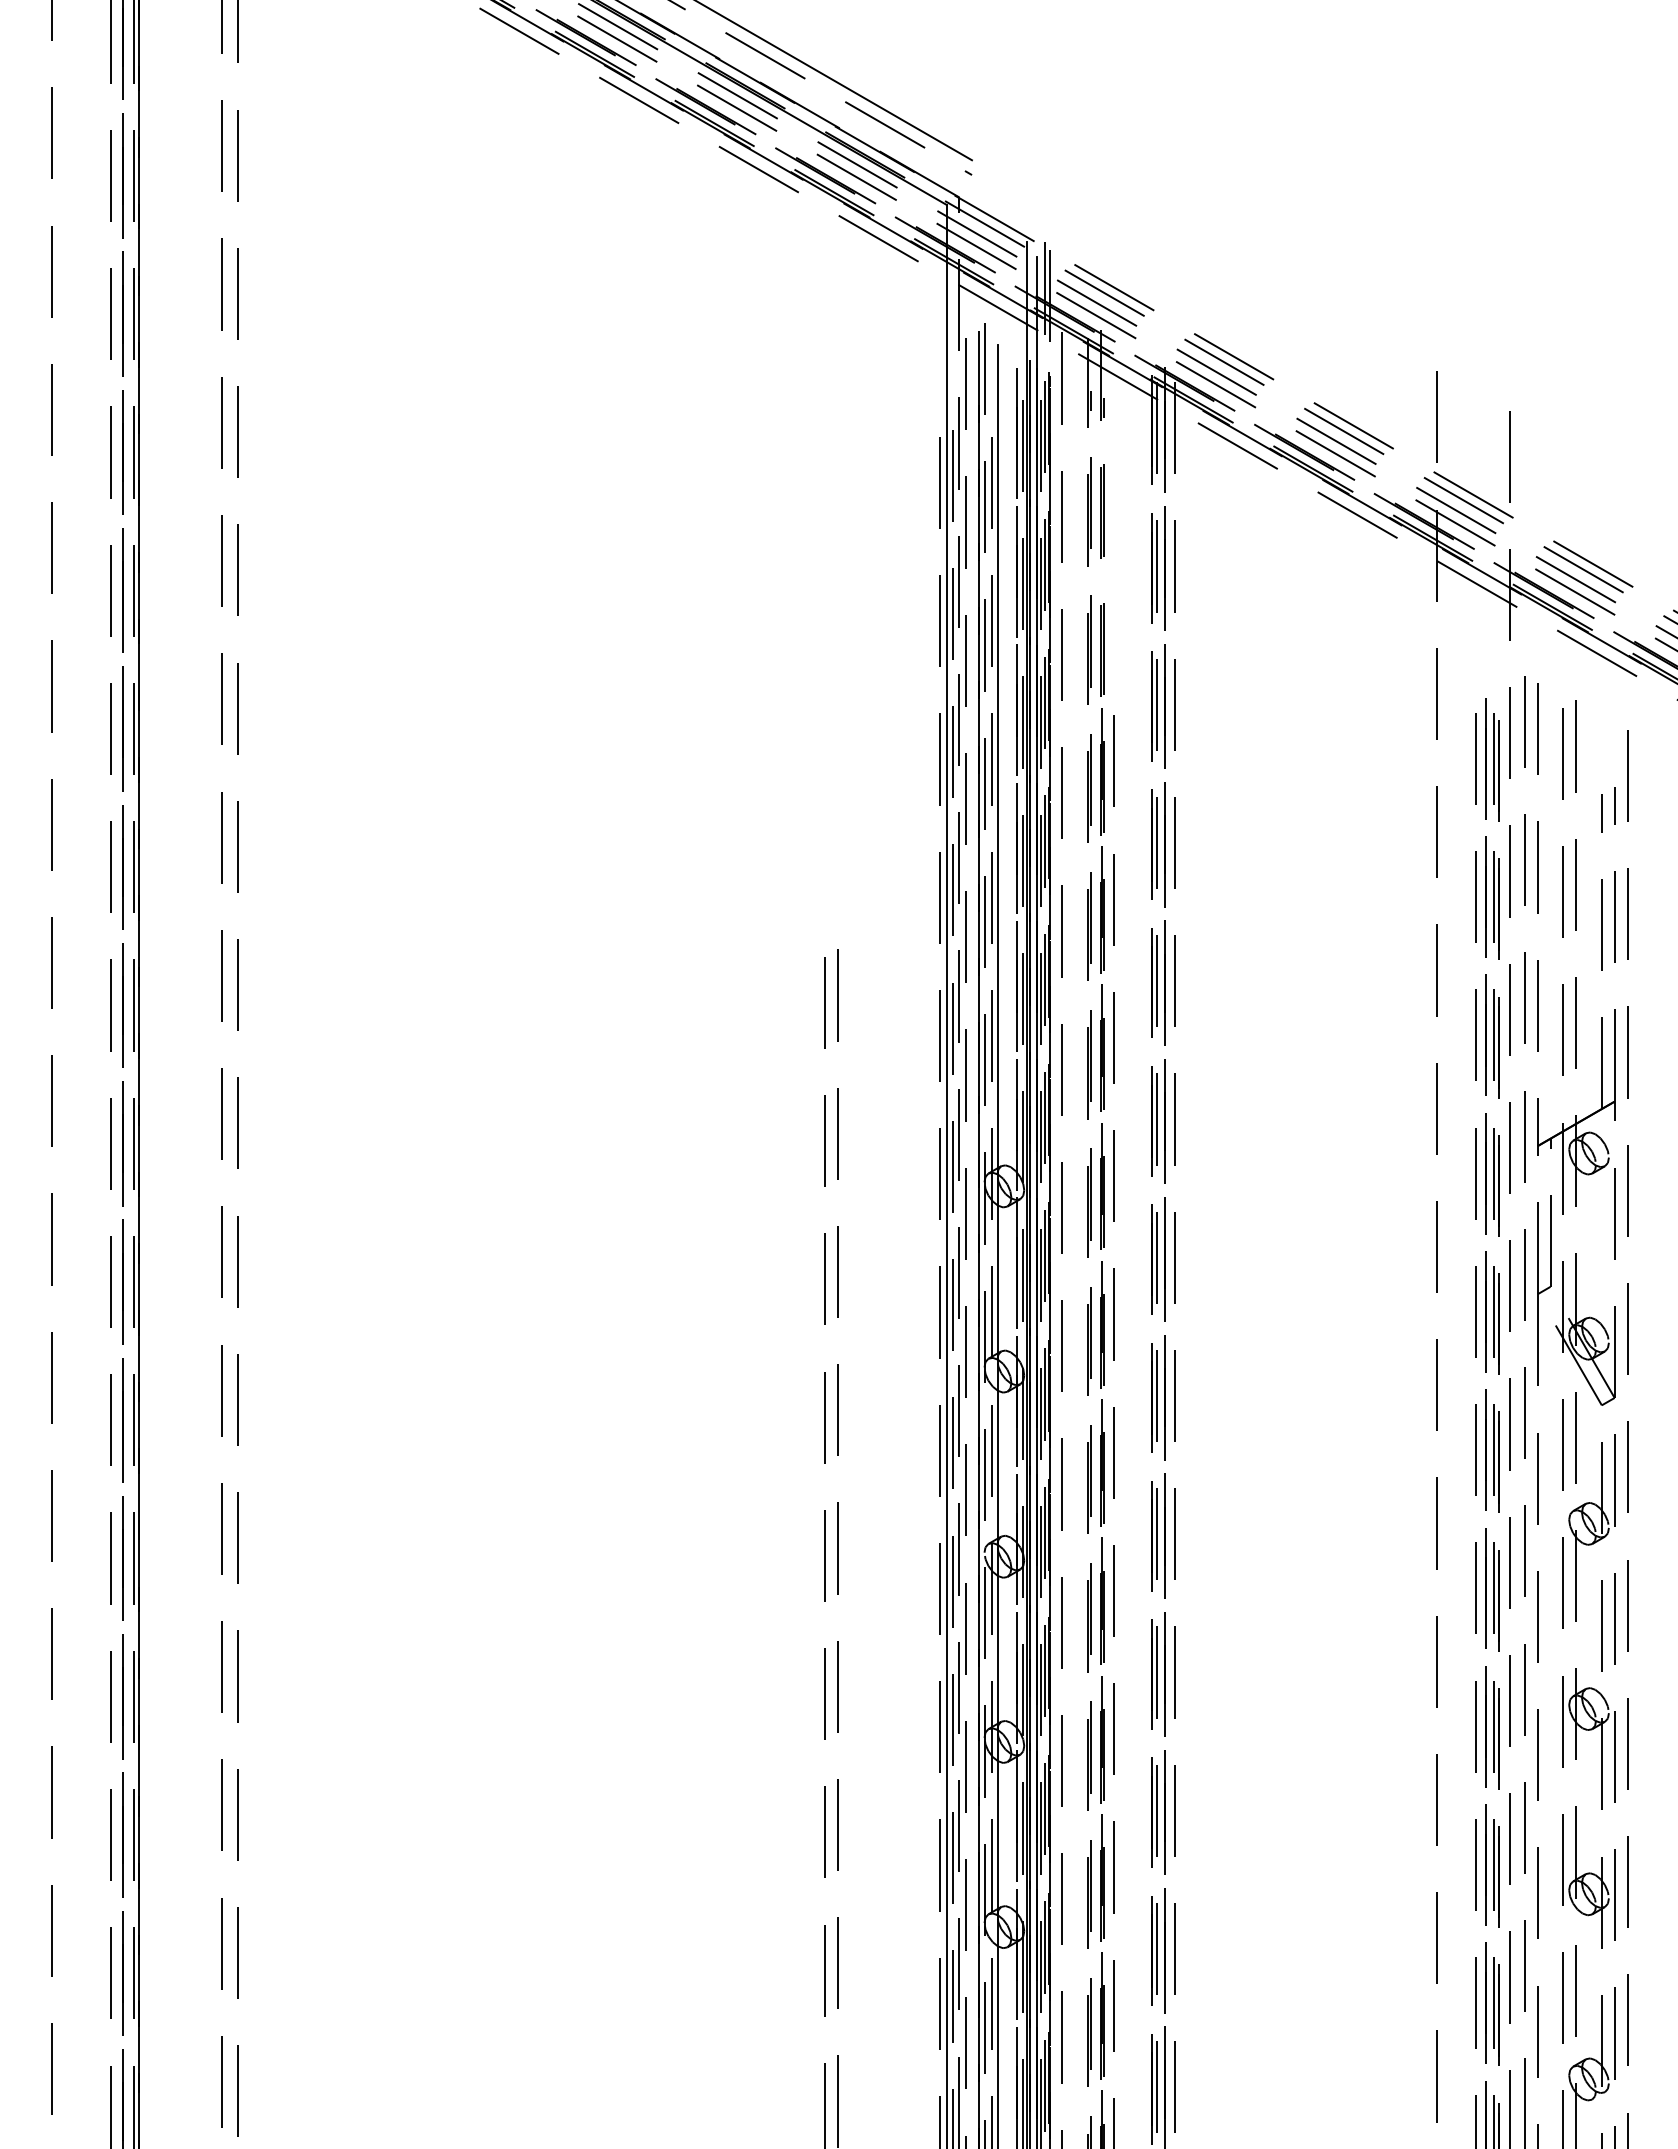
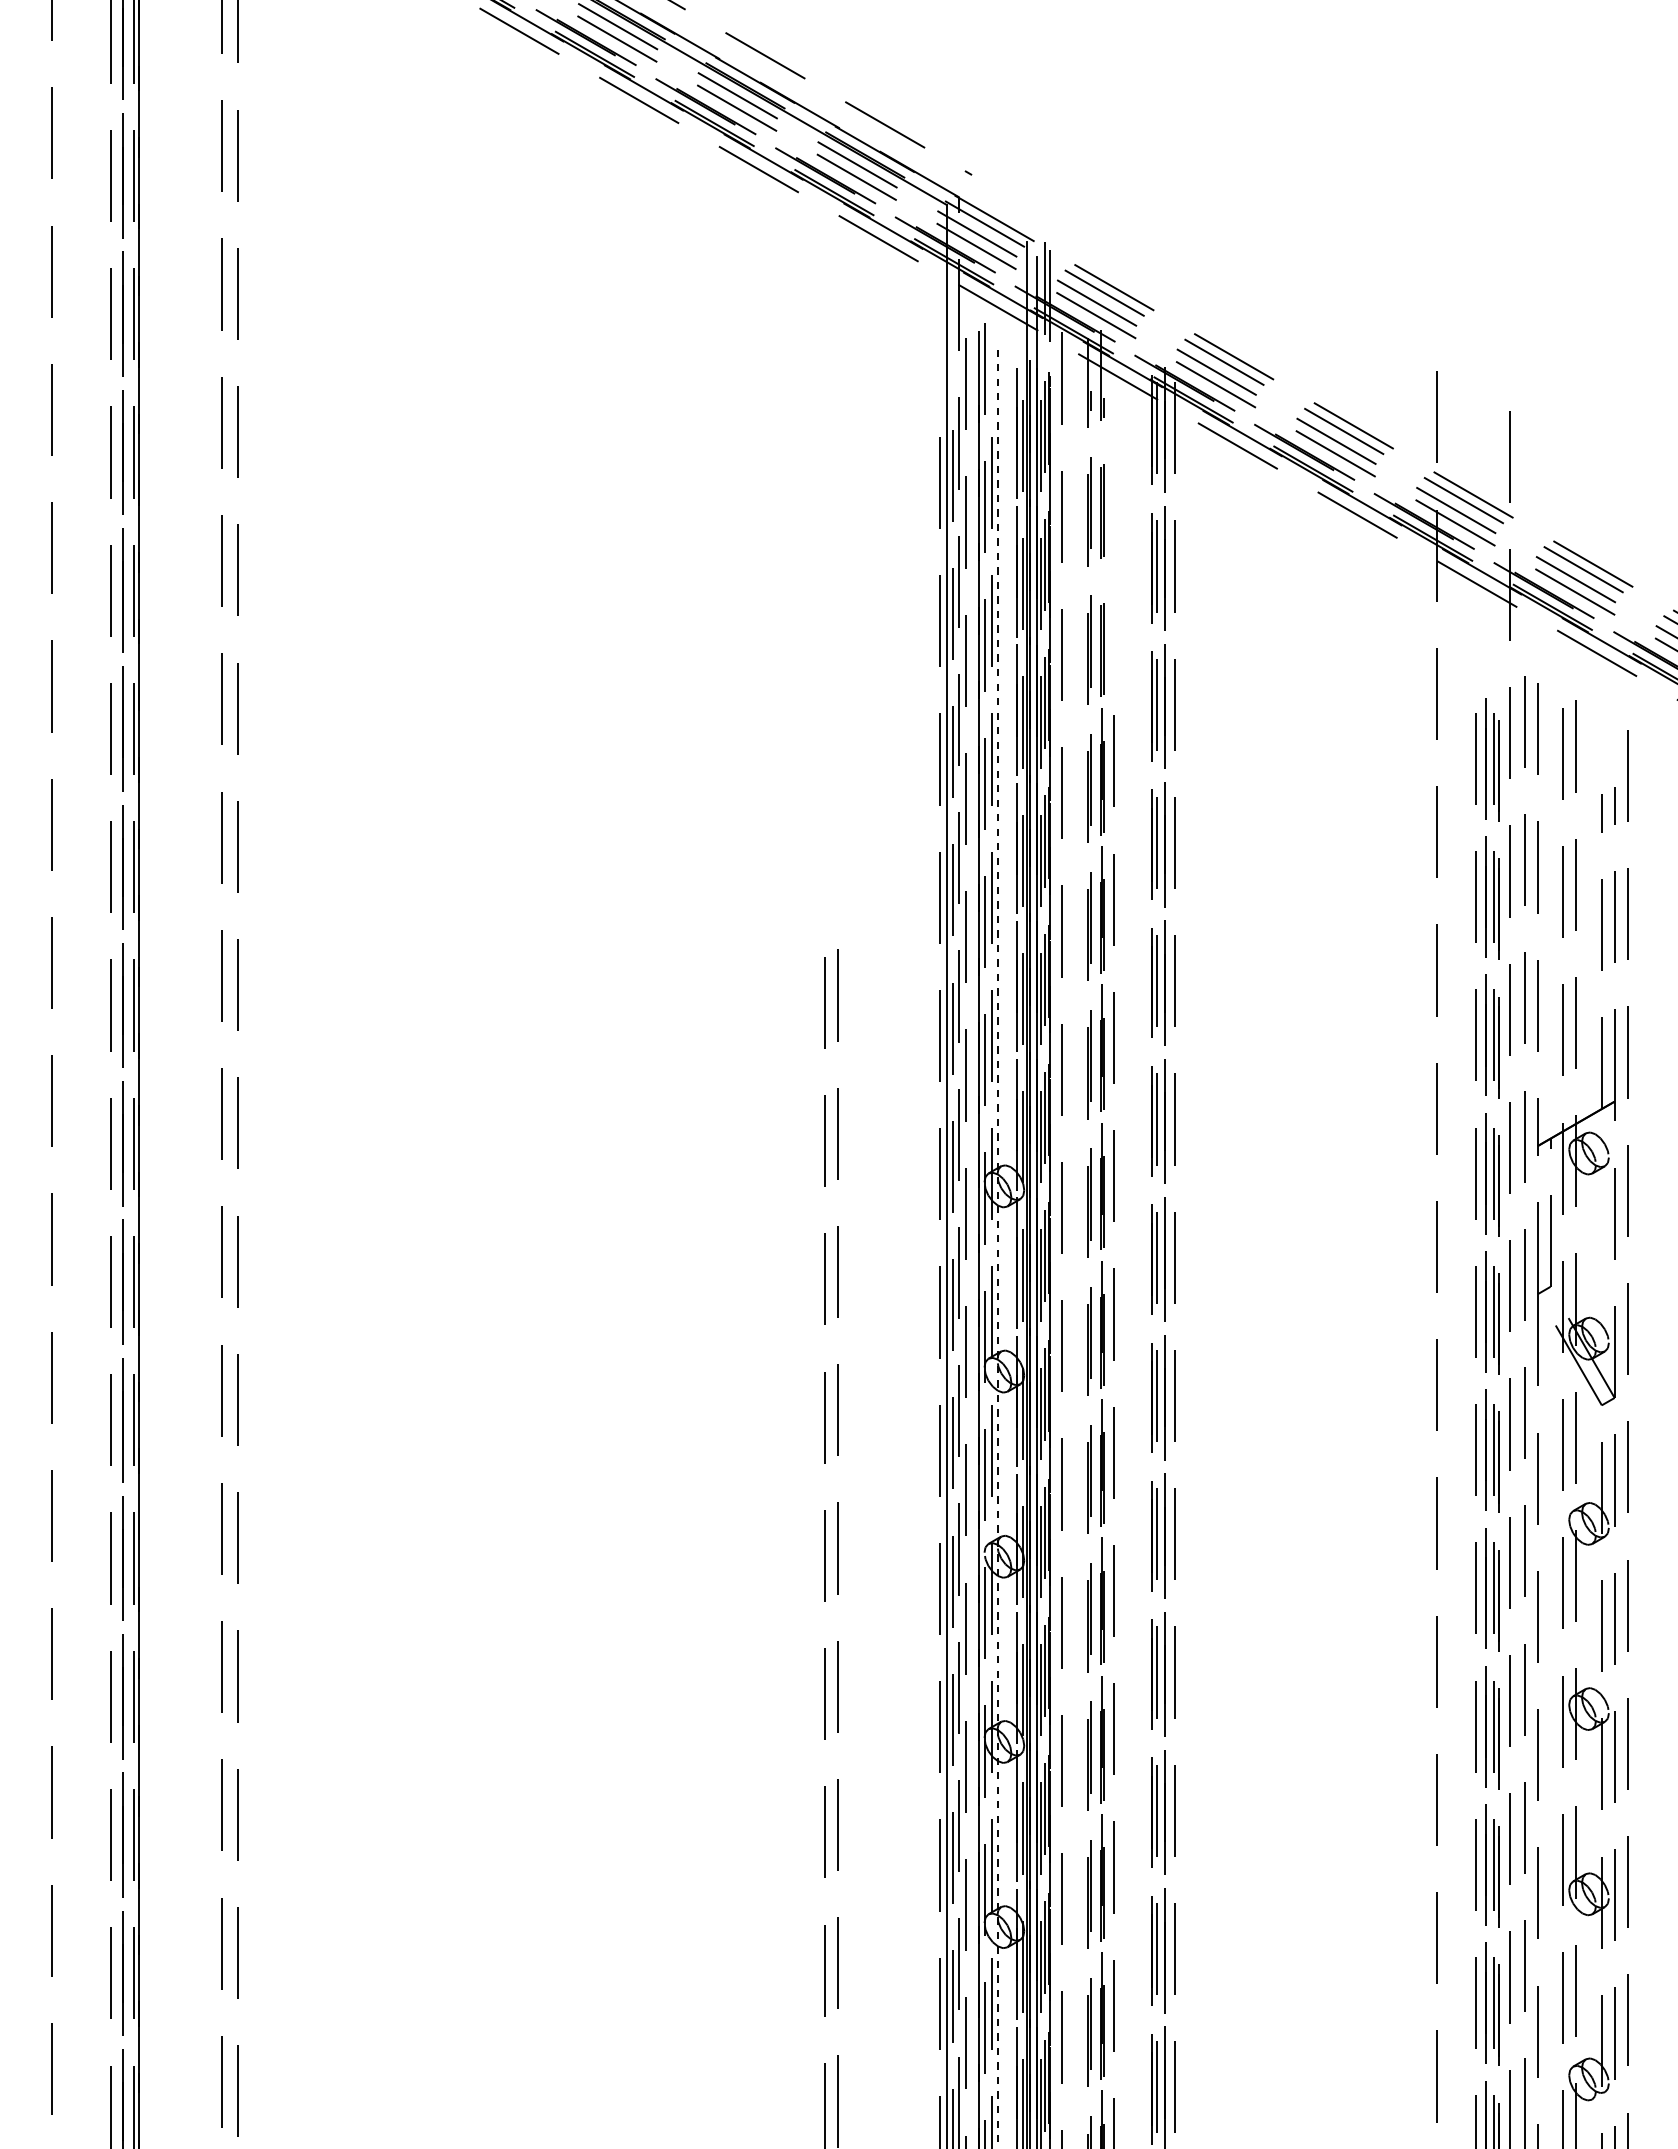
line at (835, 81): present -> none
line at (998, 1246): solid -> dashed
